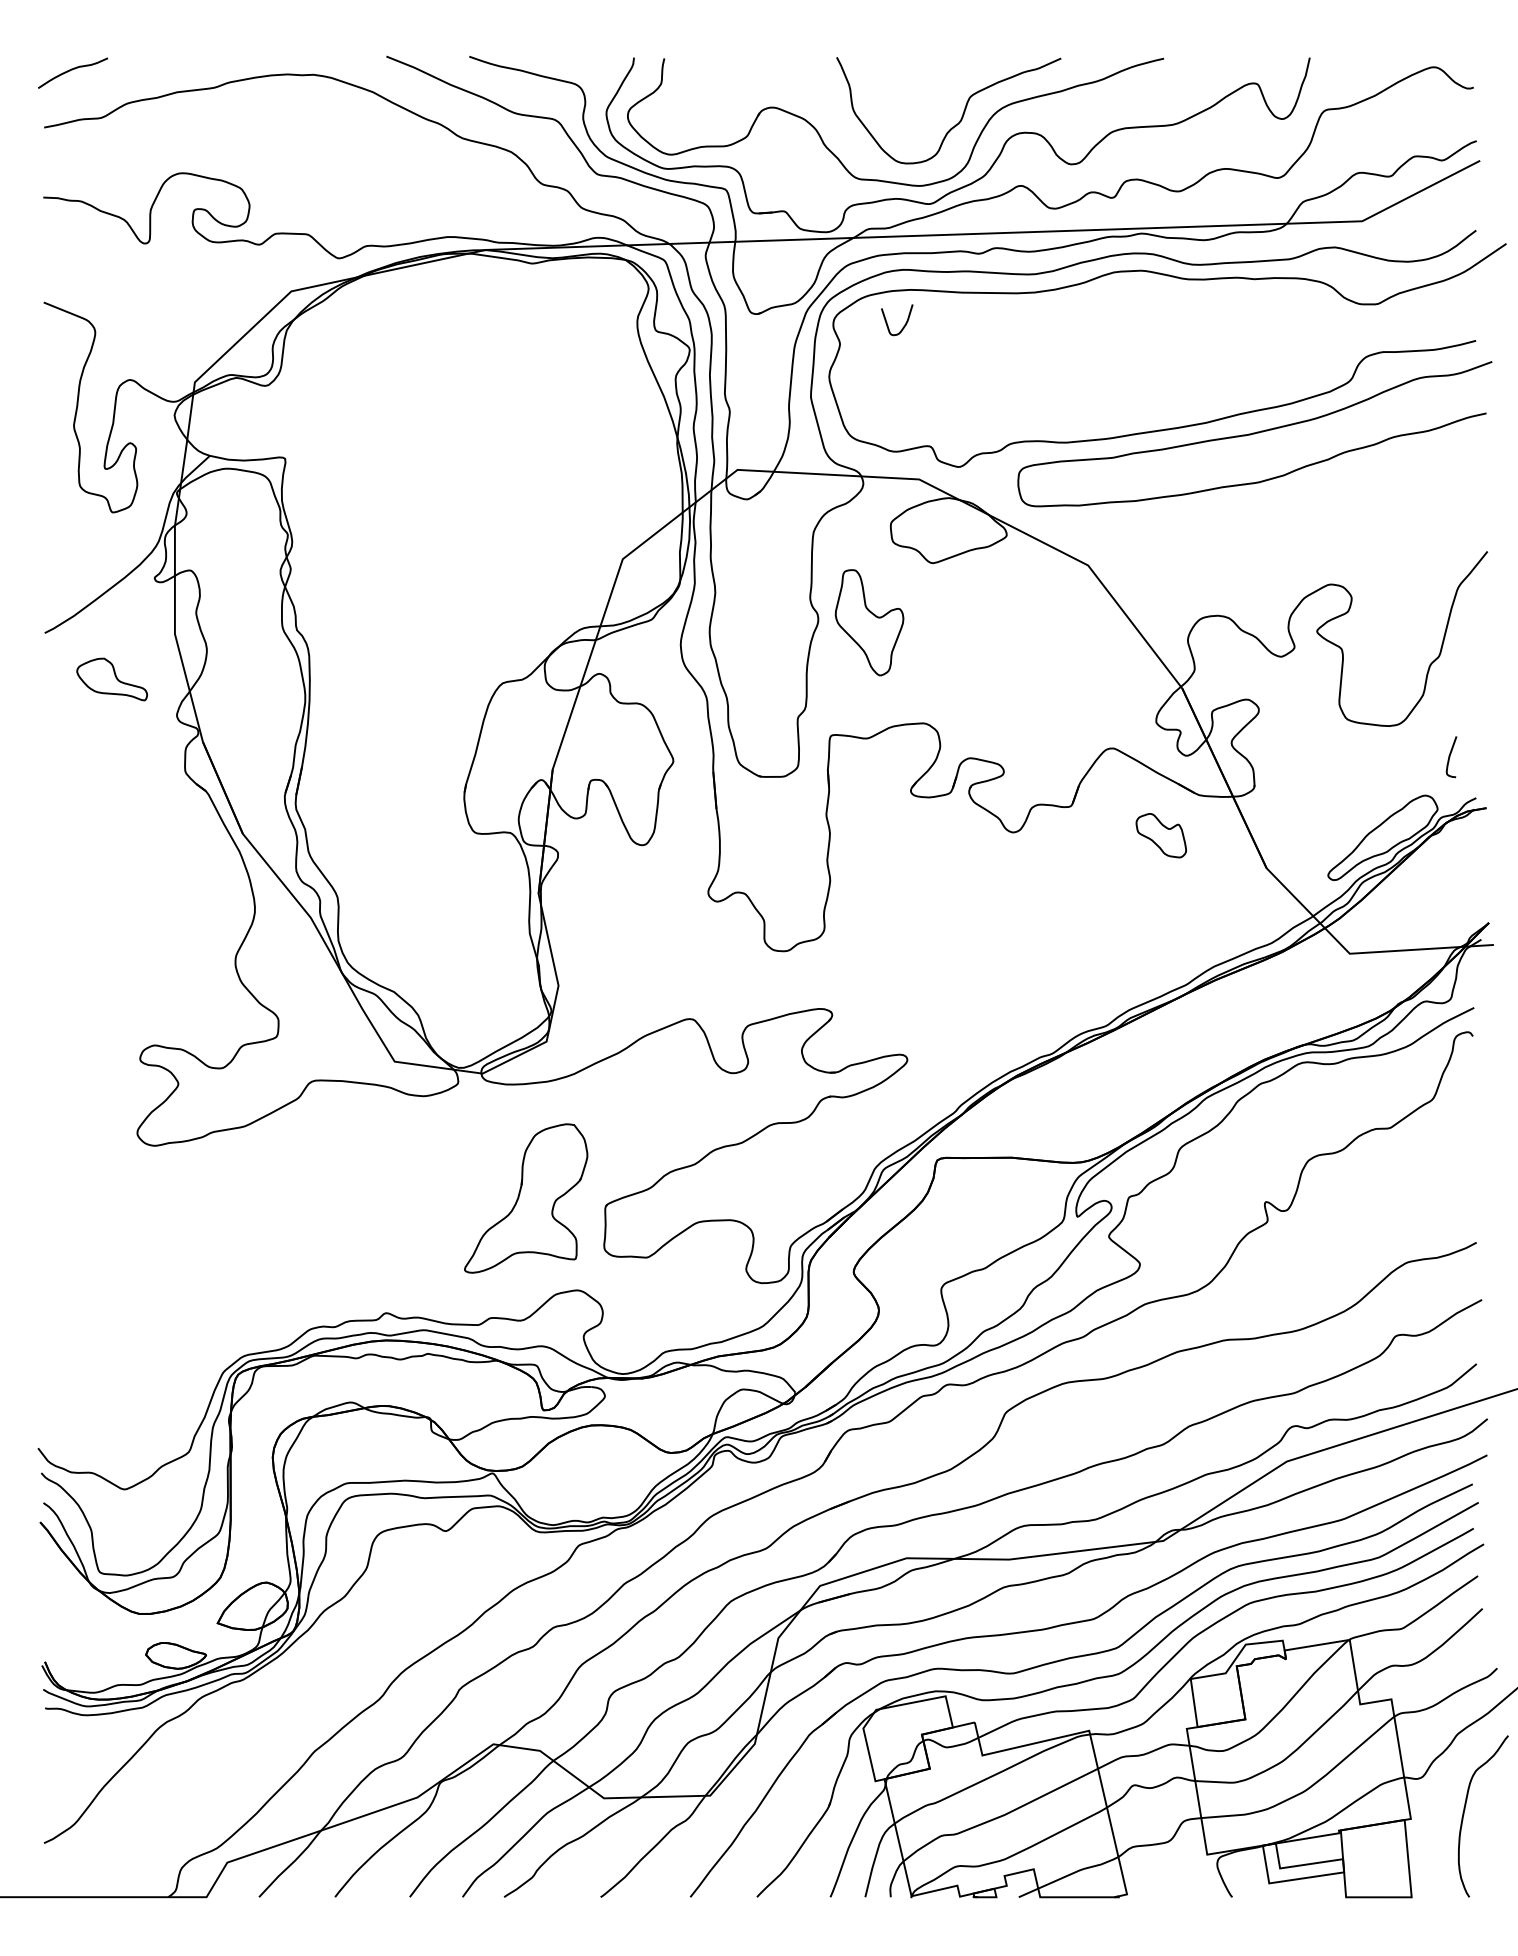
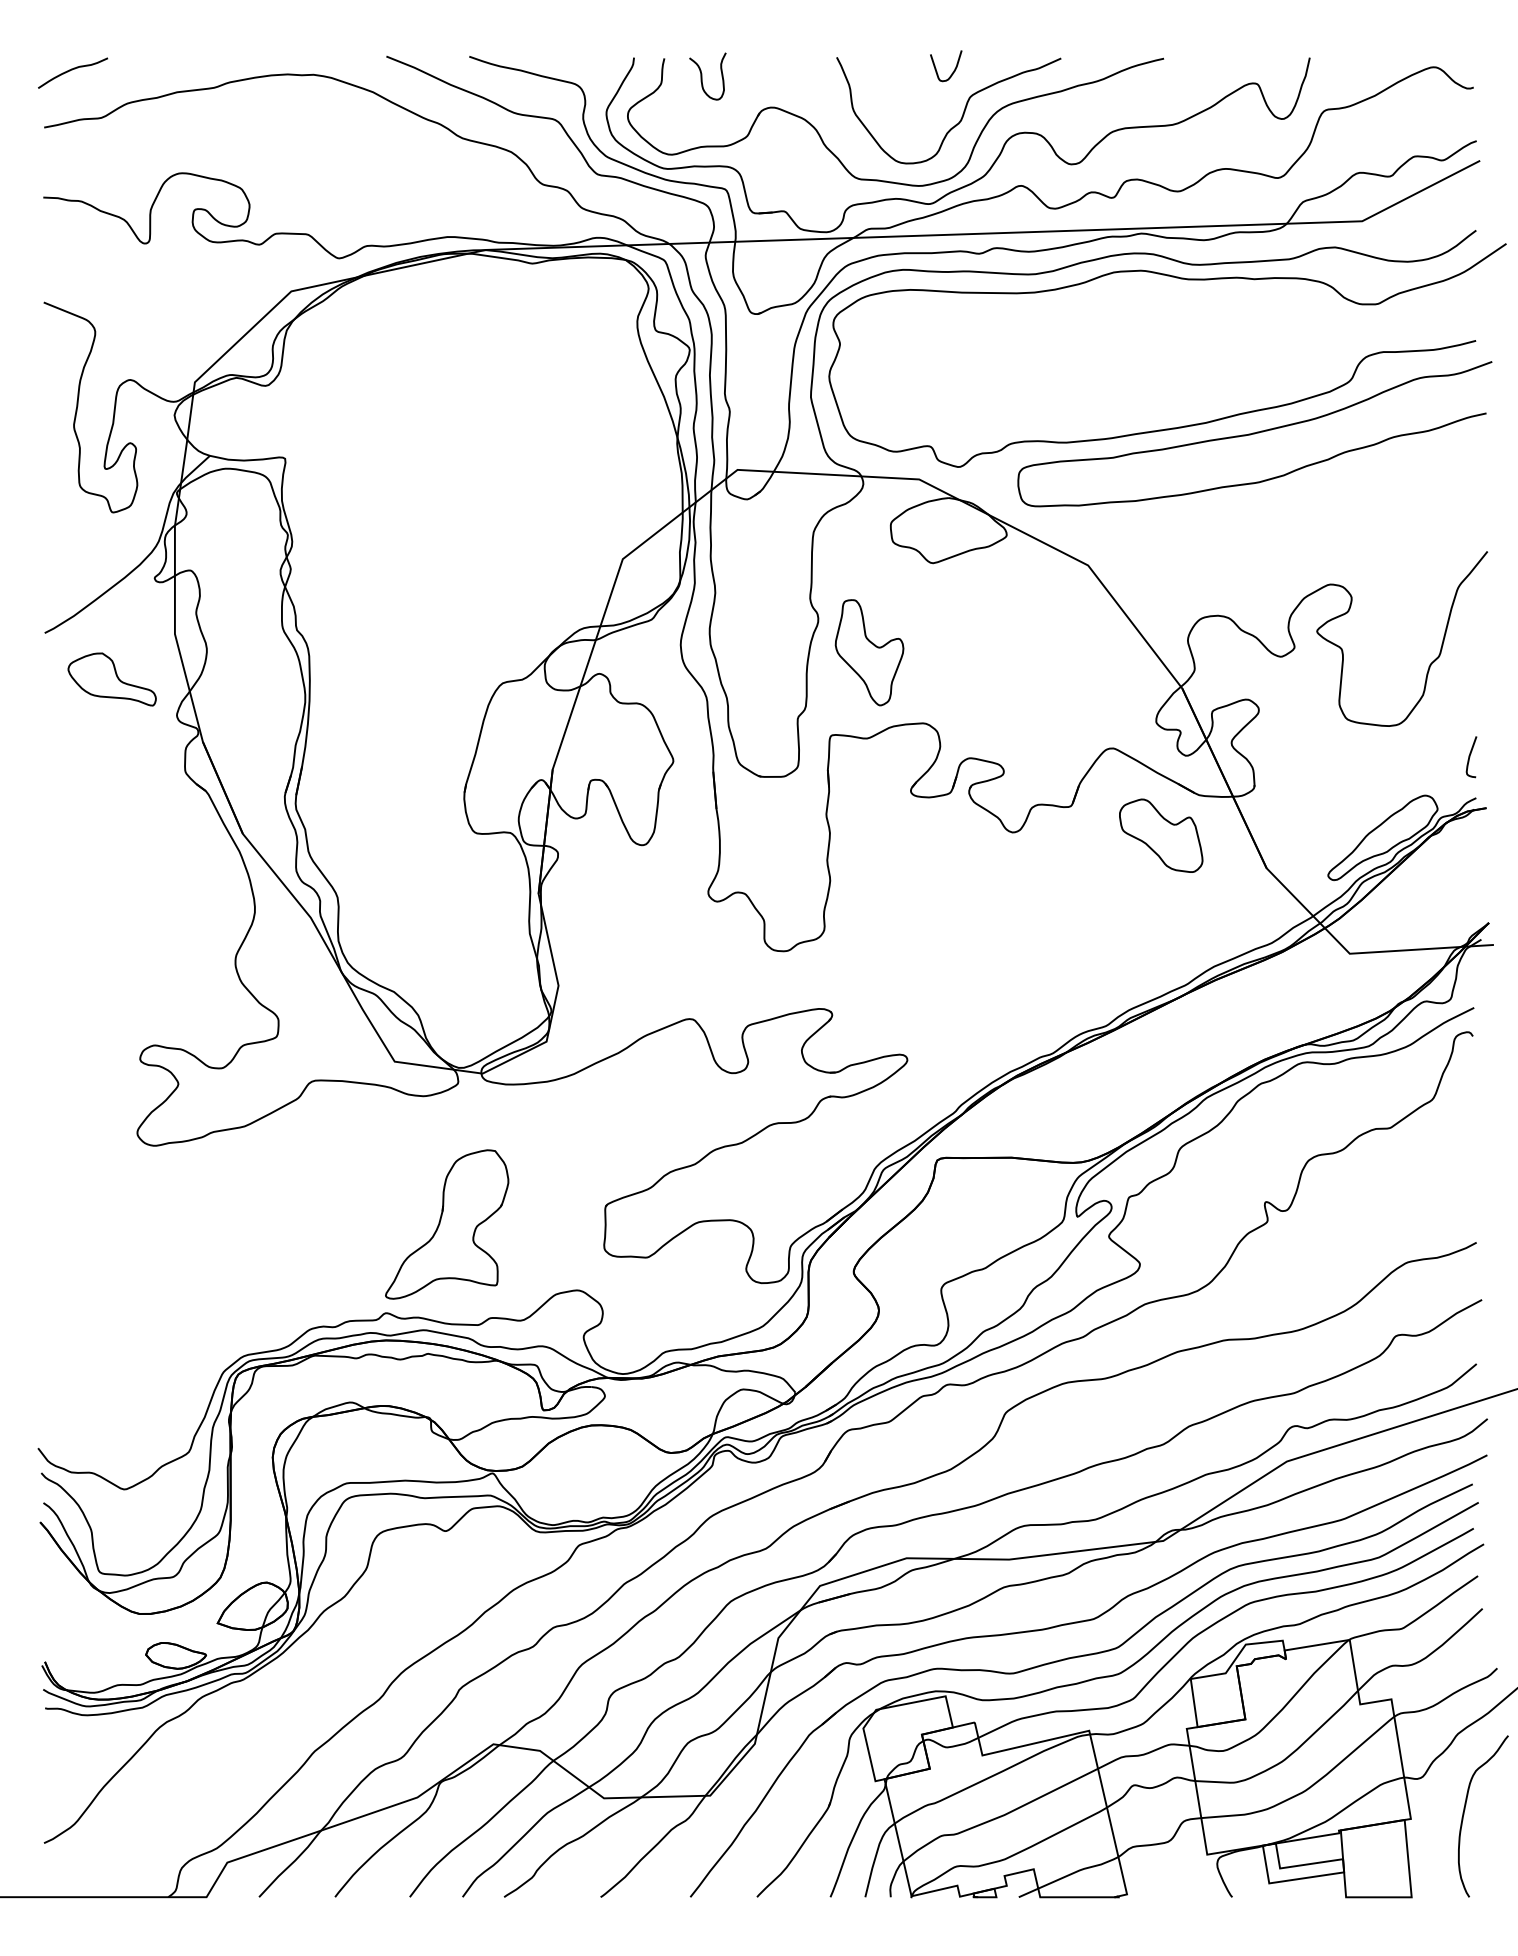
curve at (702, 76): none -> present
curve at (904, 324) position: (904, 324) -> (953, 70)
part at (869, 622) position: (869, 622) -> (869, 652)
part at (111, 679) size: 72x45 px -> 90x55 px
curve at (1450, 757) position: (1450, 757) -> (1470, 757)
part at (1160, 835) size: 52x46 px -> 85x75 px
part at (526, 1198) position: (526, 1198) -> (447, 1224)
